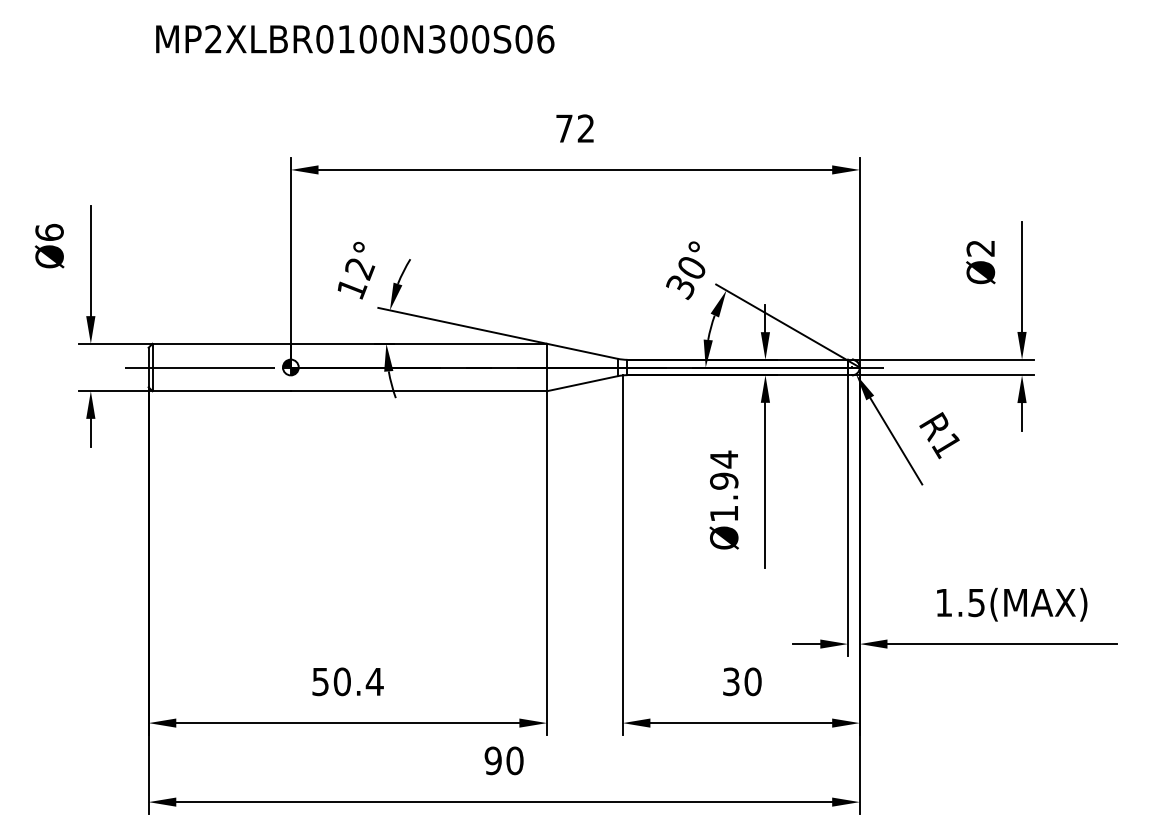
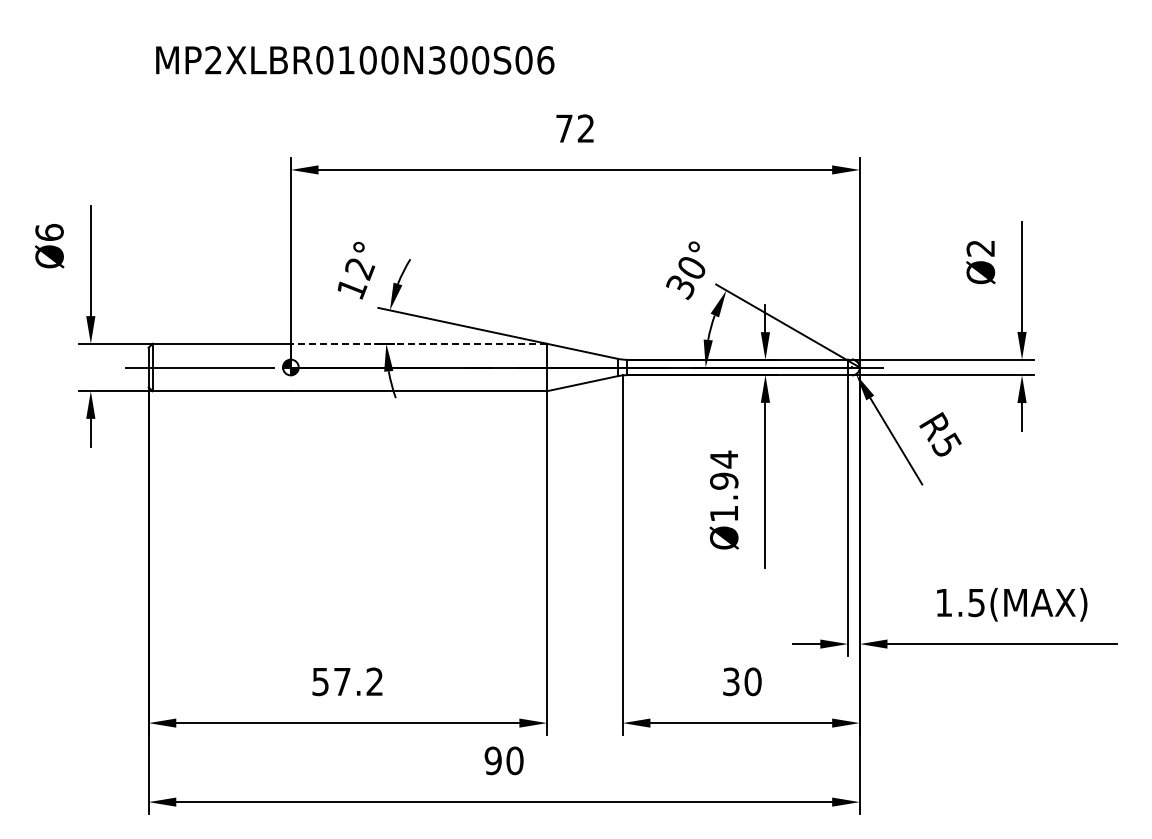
text at (355, 39) position: (355, 39) -> (355, 60)
line at (418, 343): solid -> dashed
text at (946, 445): R1 -> R5
text at (358, 681): 50.4 -> 57.2
